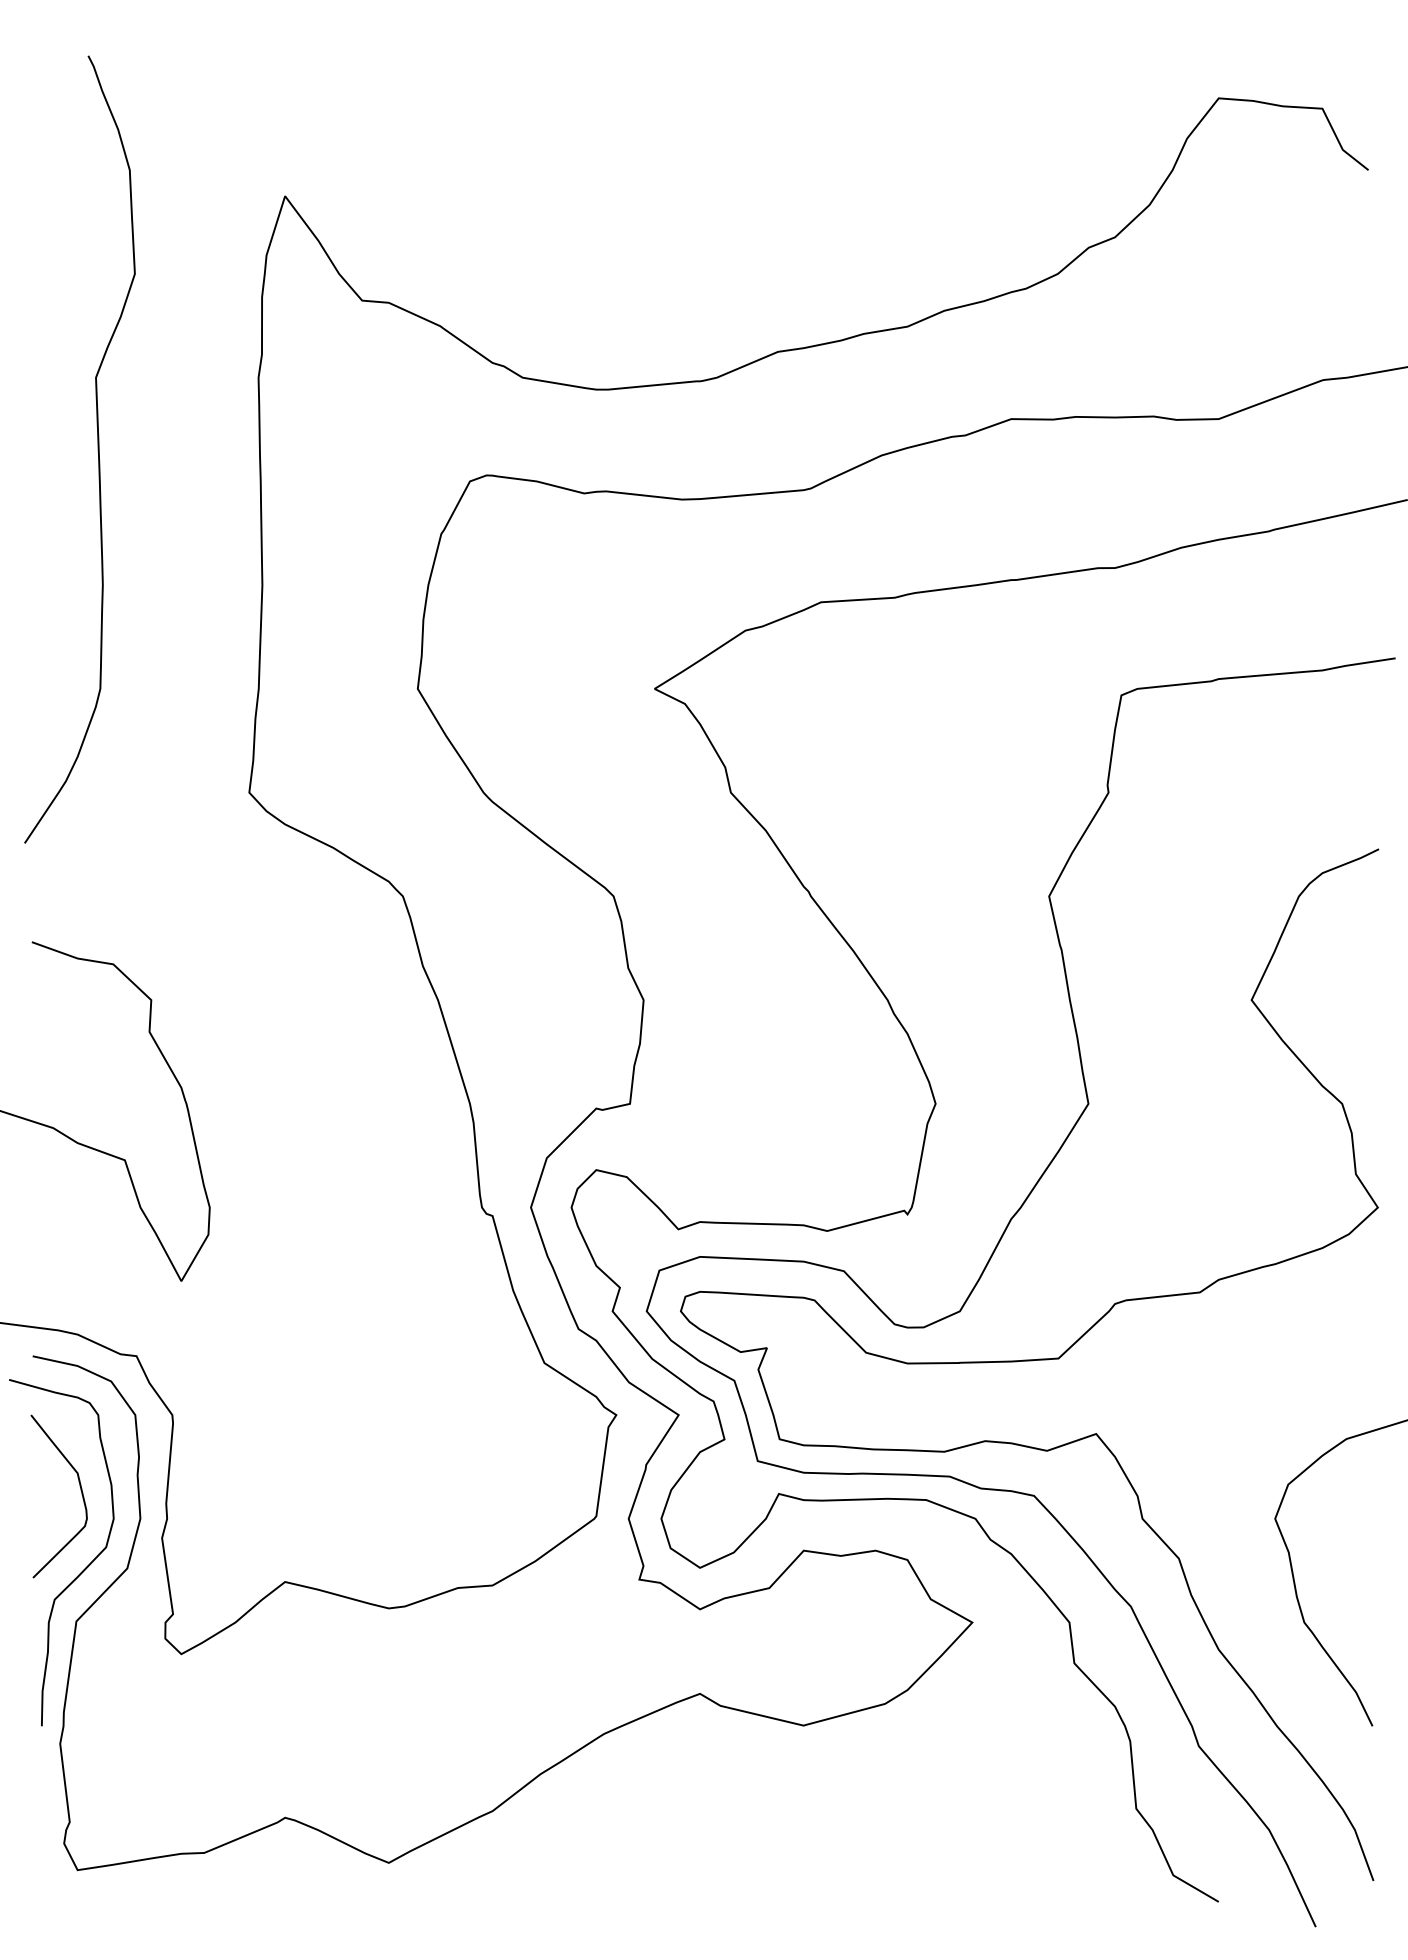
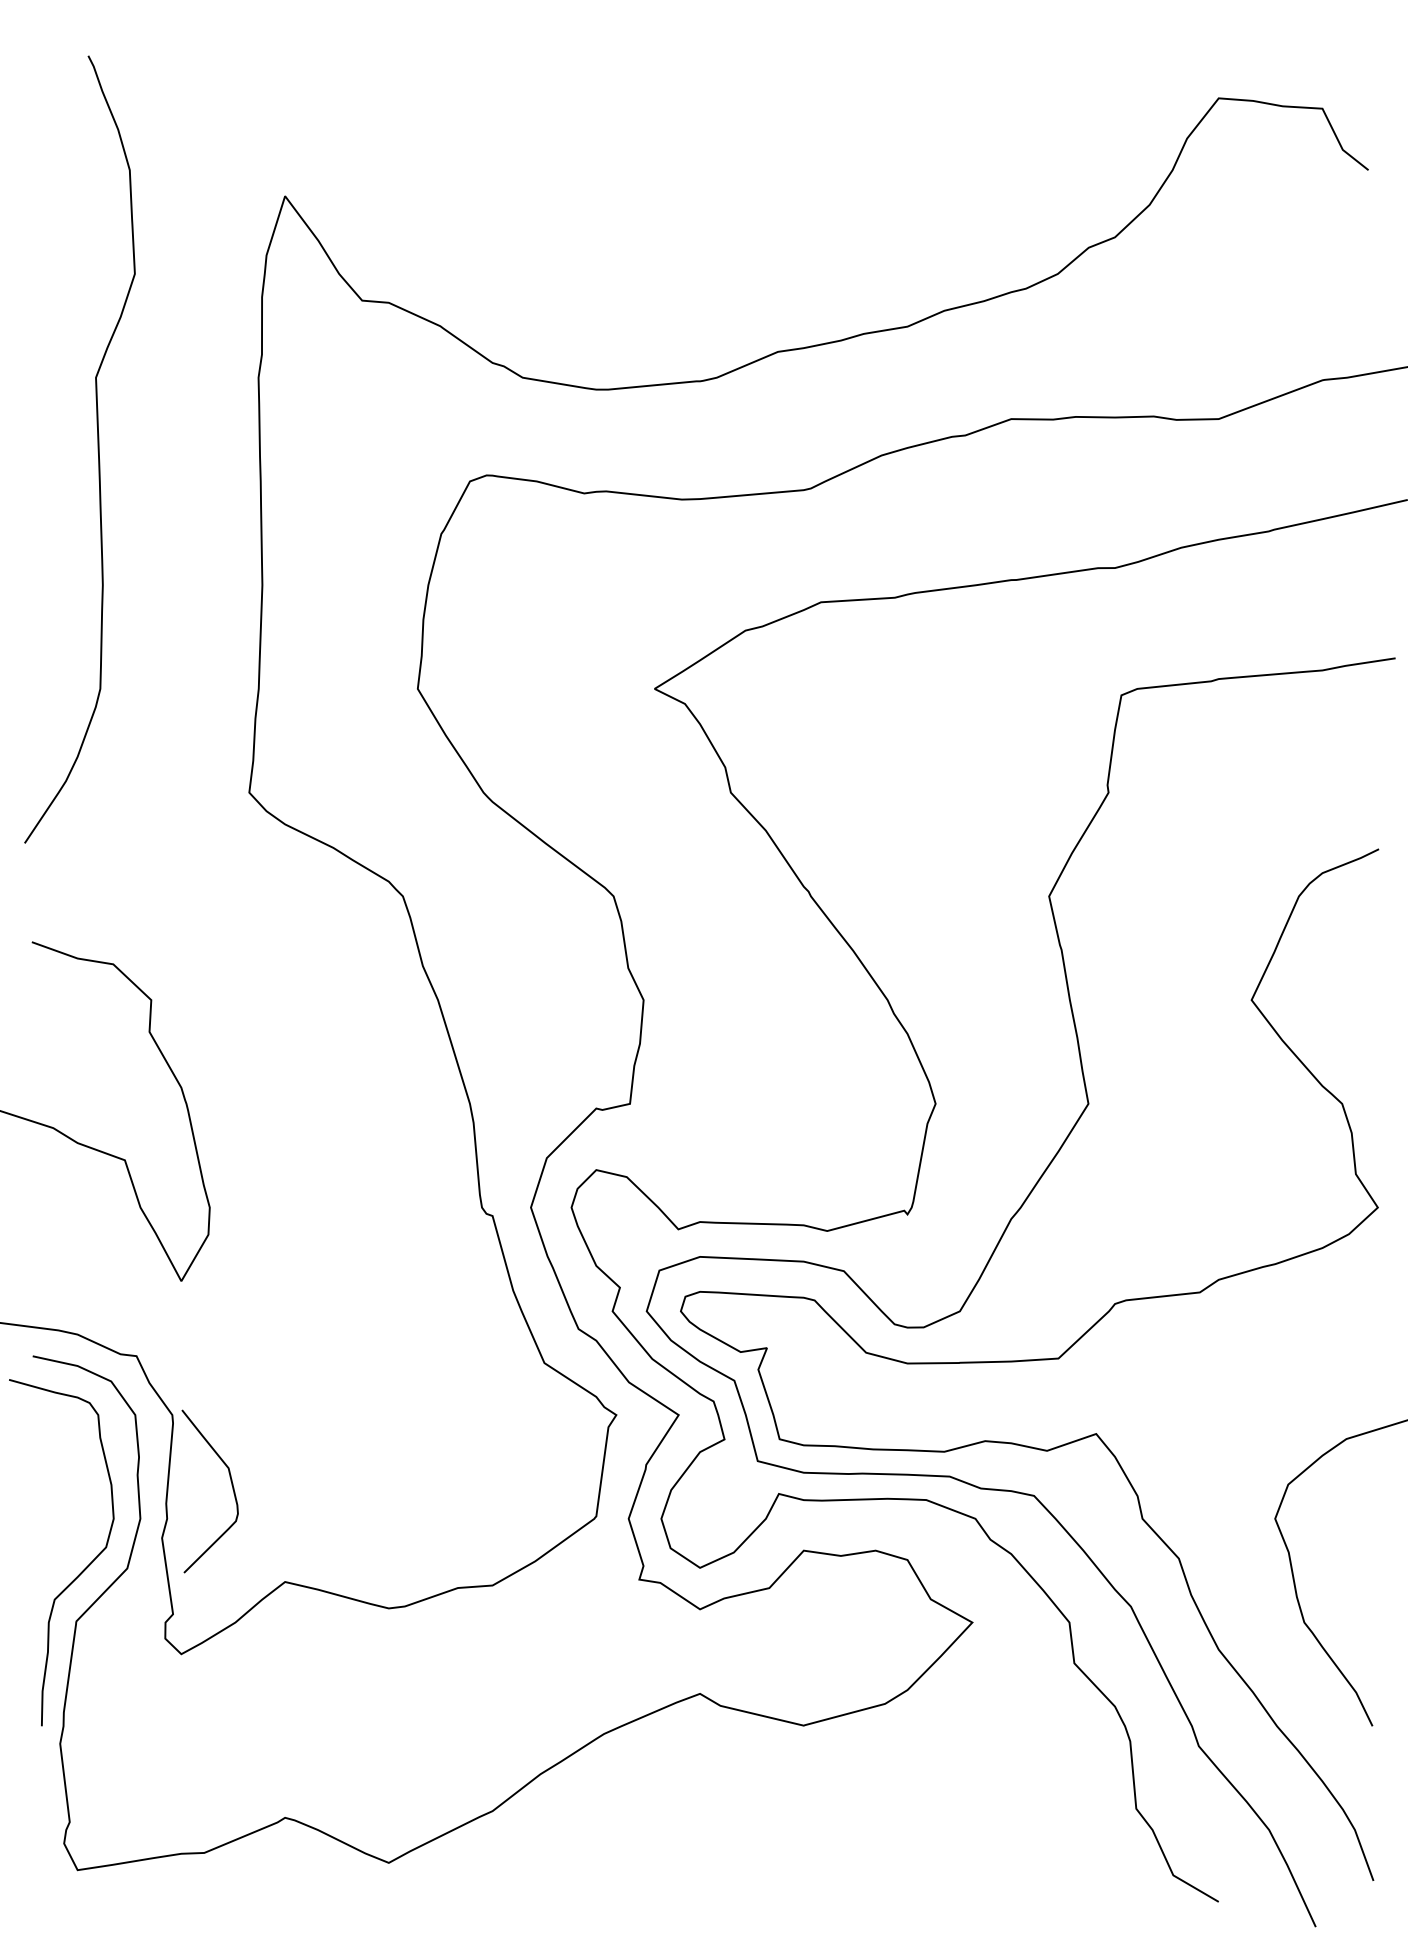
curve at (80, 1490) position: (80, 1490) -> (231, 1485)
